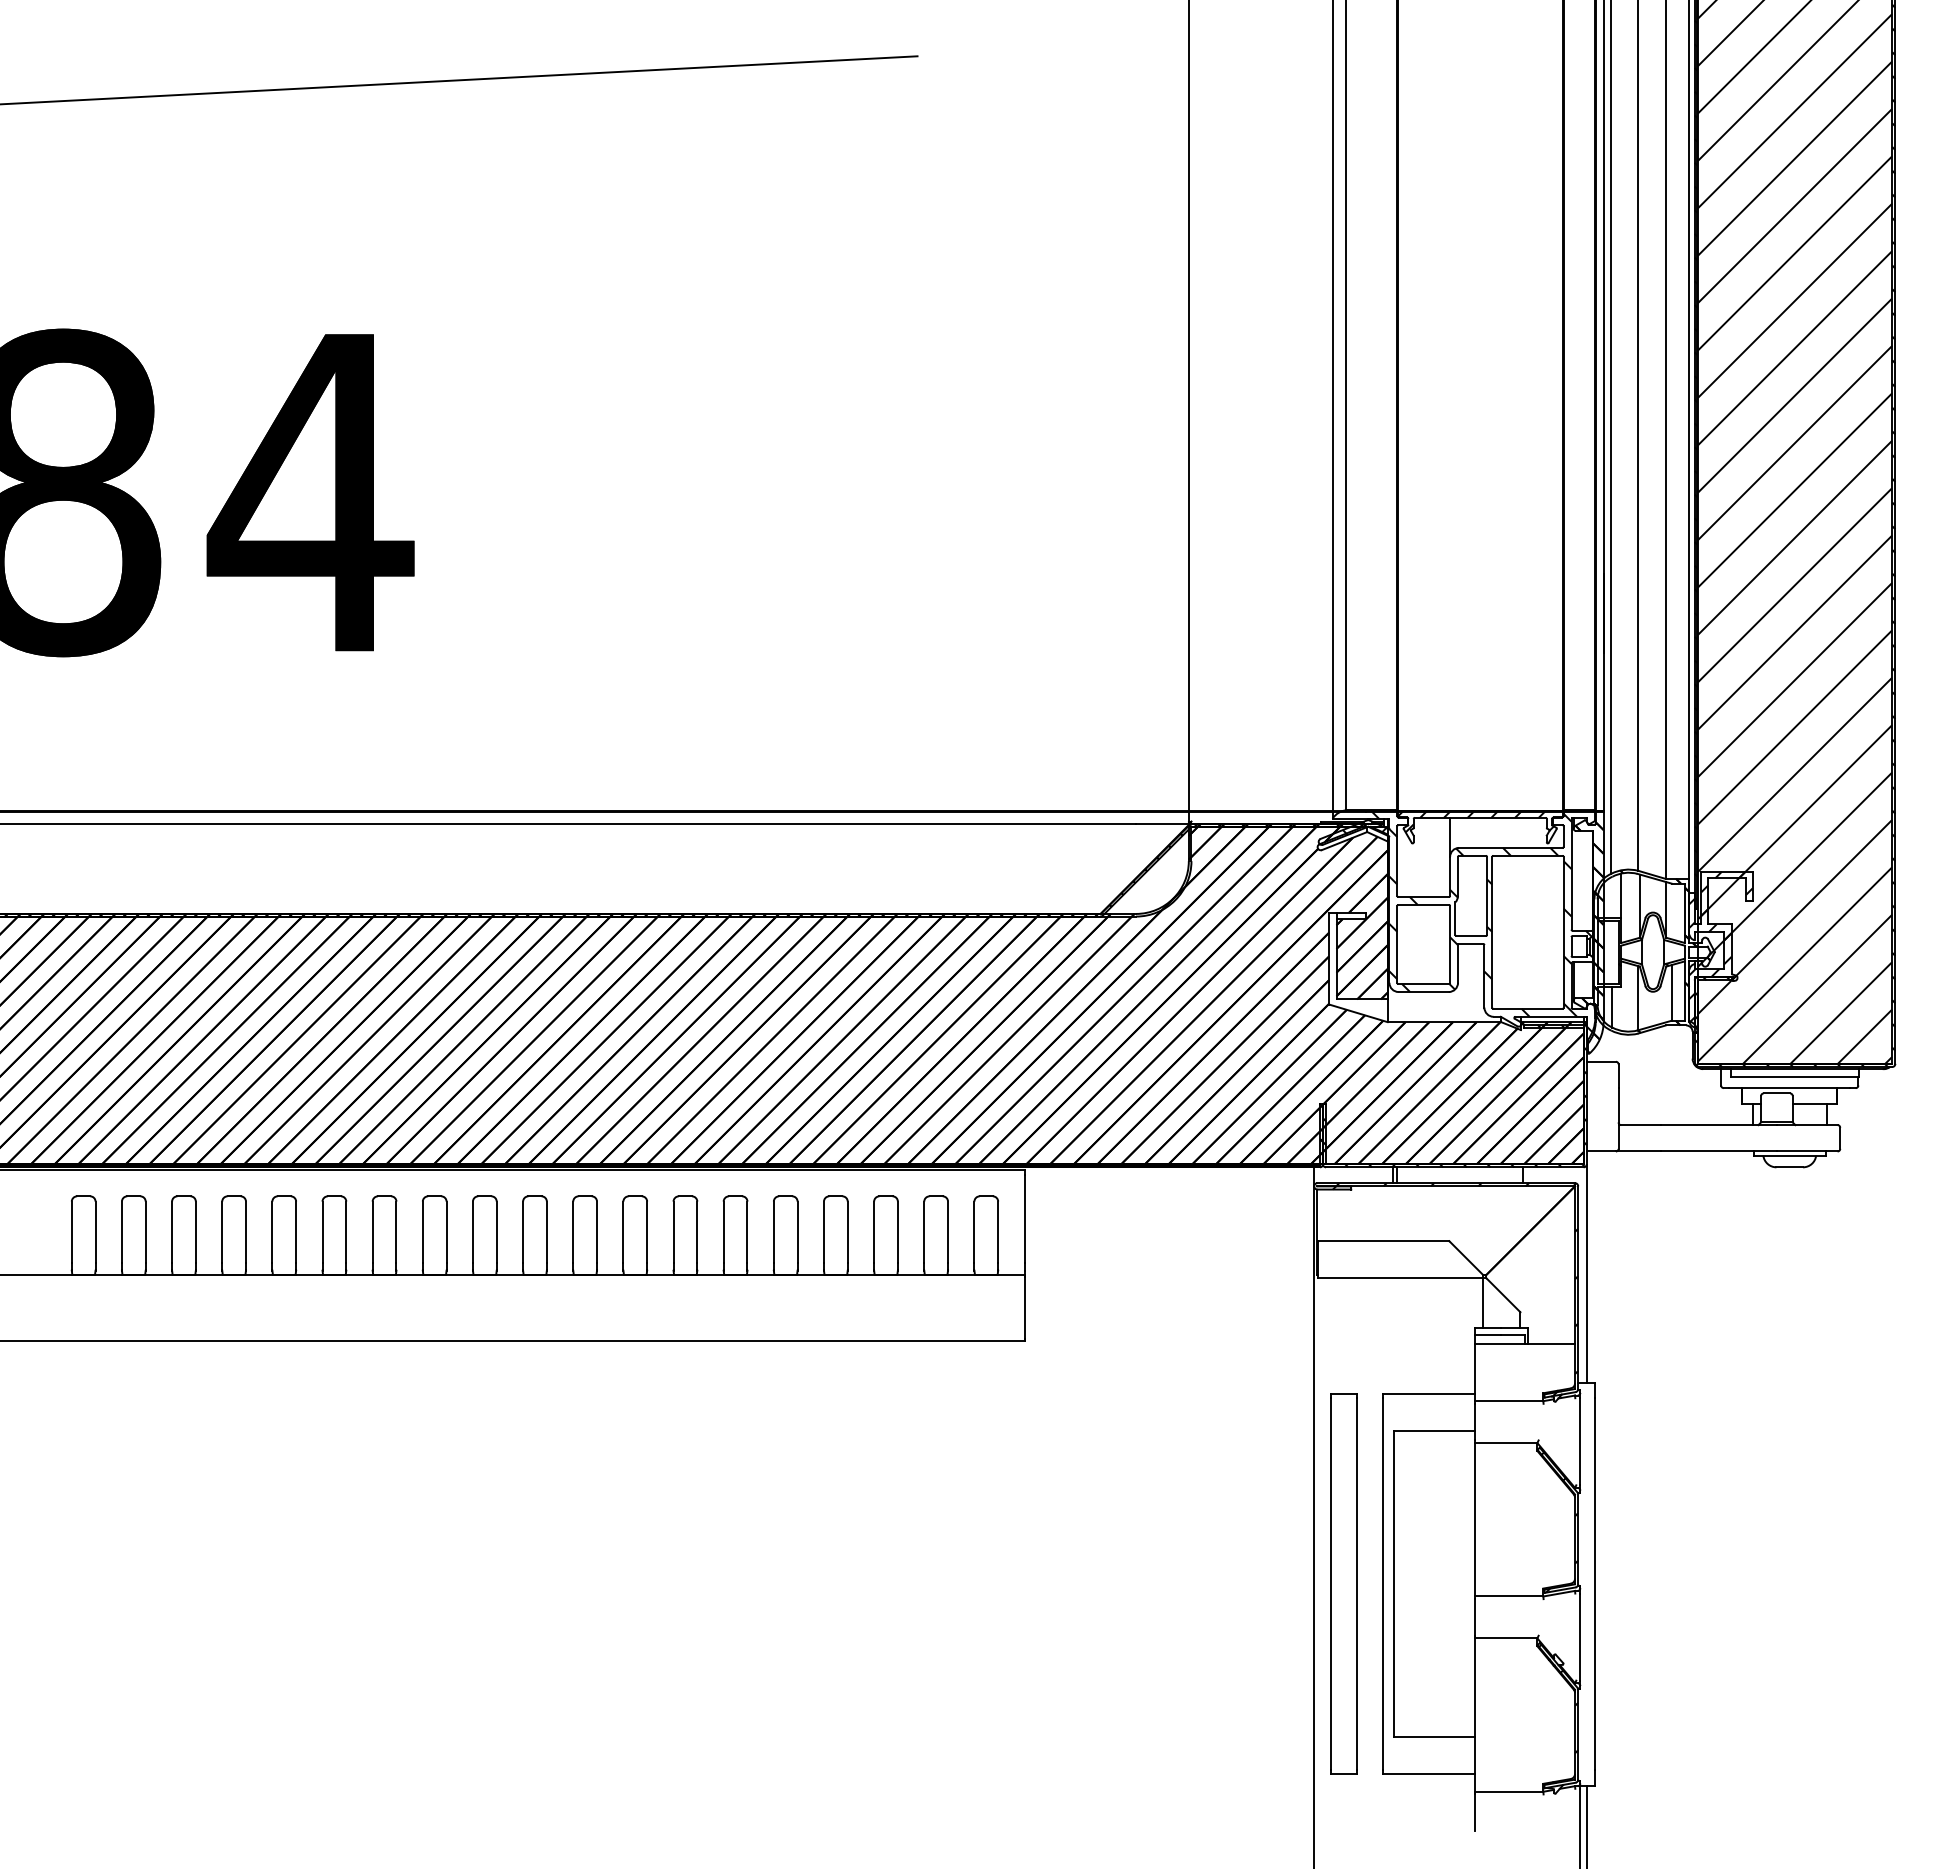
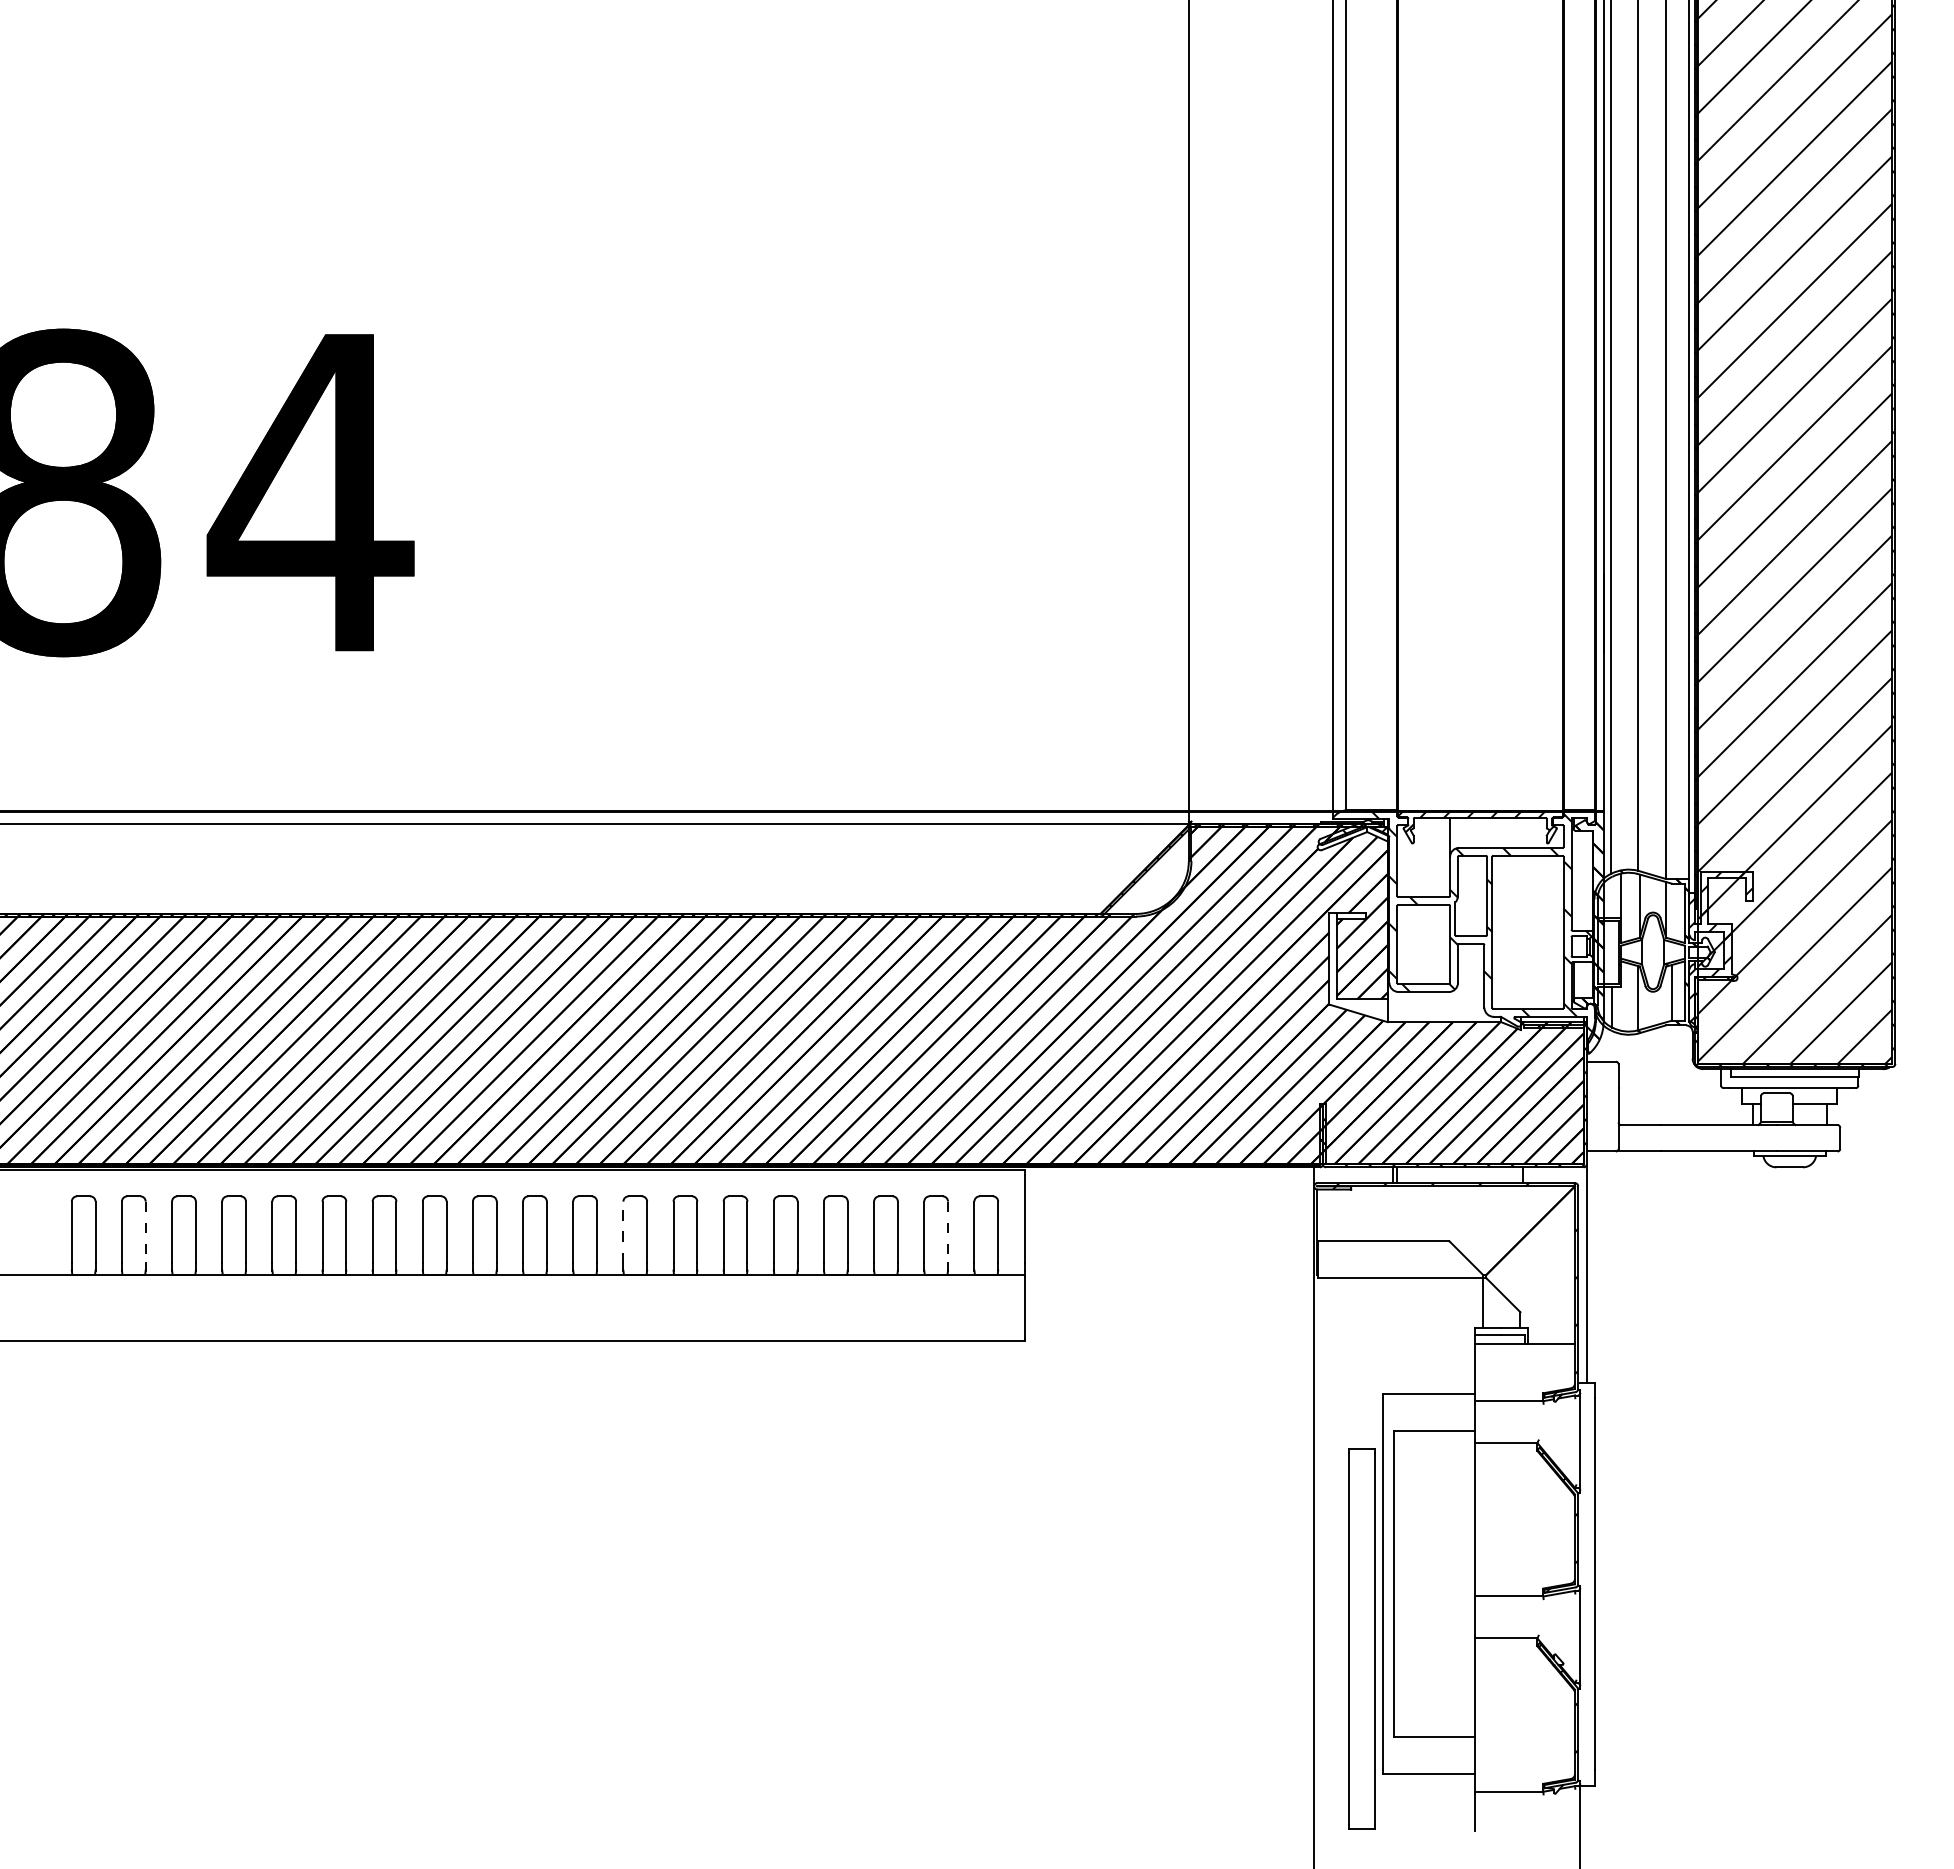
line at (459, 80): present -> none
line at (145, 1232): solid -> dashed
line at (623, 1232): solid -> dashed
line at (948, 1232): solid -> dashed
part at (1343, 1583) position: (1343, 1583) -> (1361, 1638)
line at (1586, 1825): present -> none
